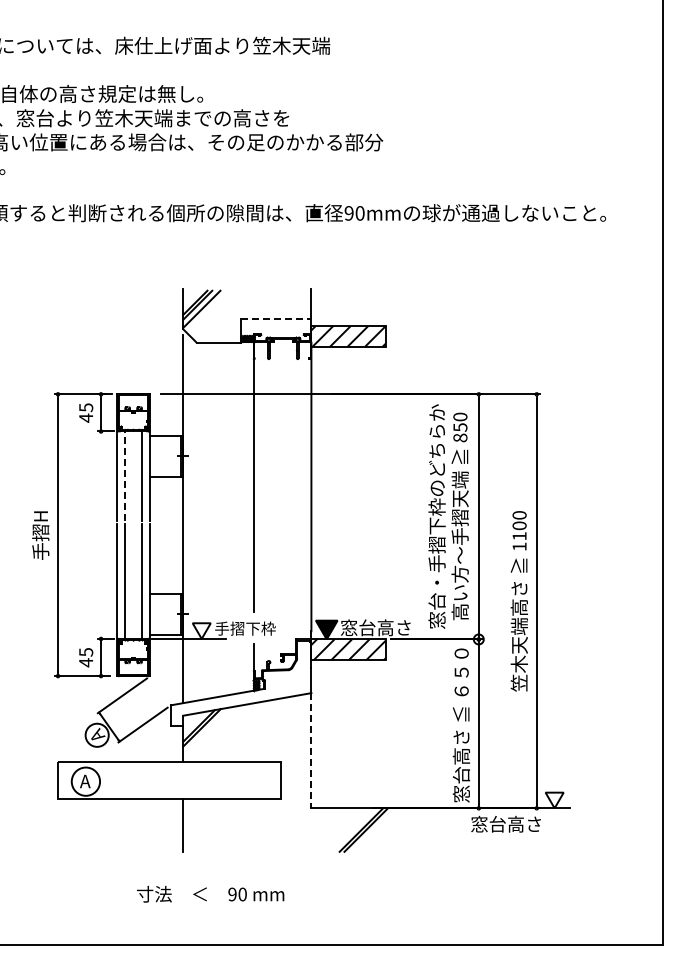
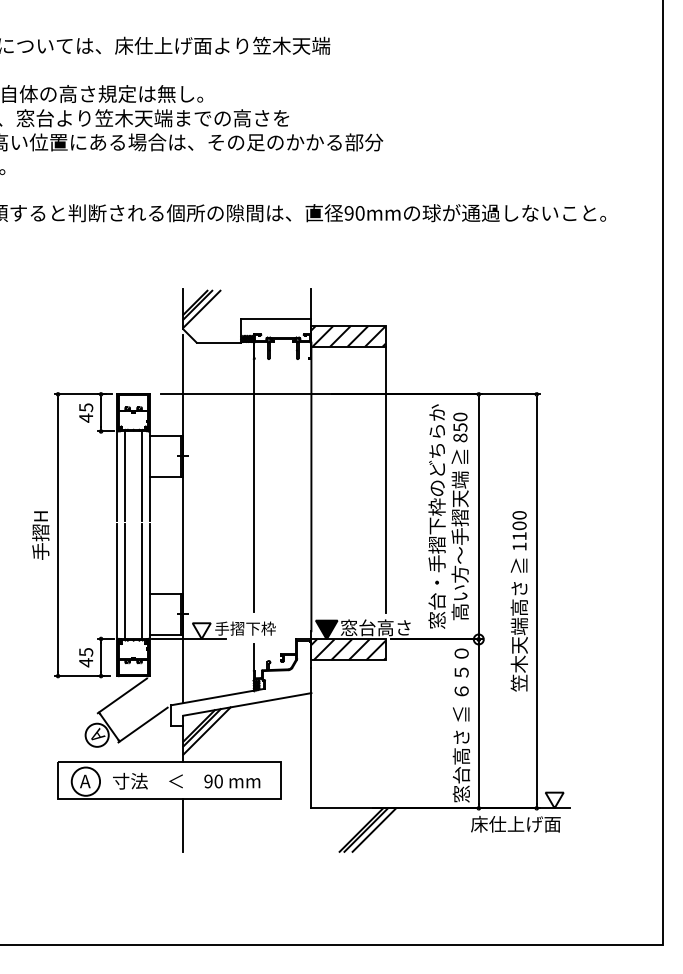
line at (276, 318): dashed -> solid
line at (125, 476): dashed -> solid
line at (385, 479): none -> present
line at (206, 730): none -> present
line at (311, 750): dashed -> solid
text at (515, 823): 窓台高さ -> 床仕上げ面
line at (374, 829): none -> present
text at (210, 893) position: (210, 893) -> (186, 780)
